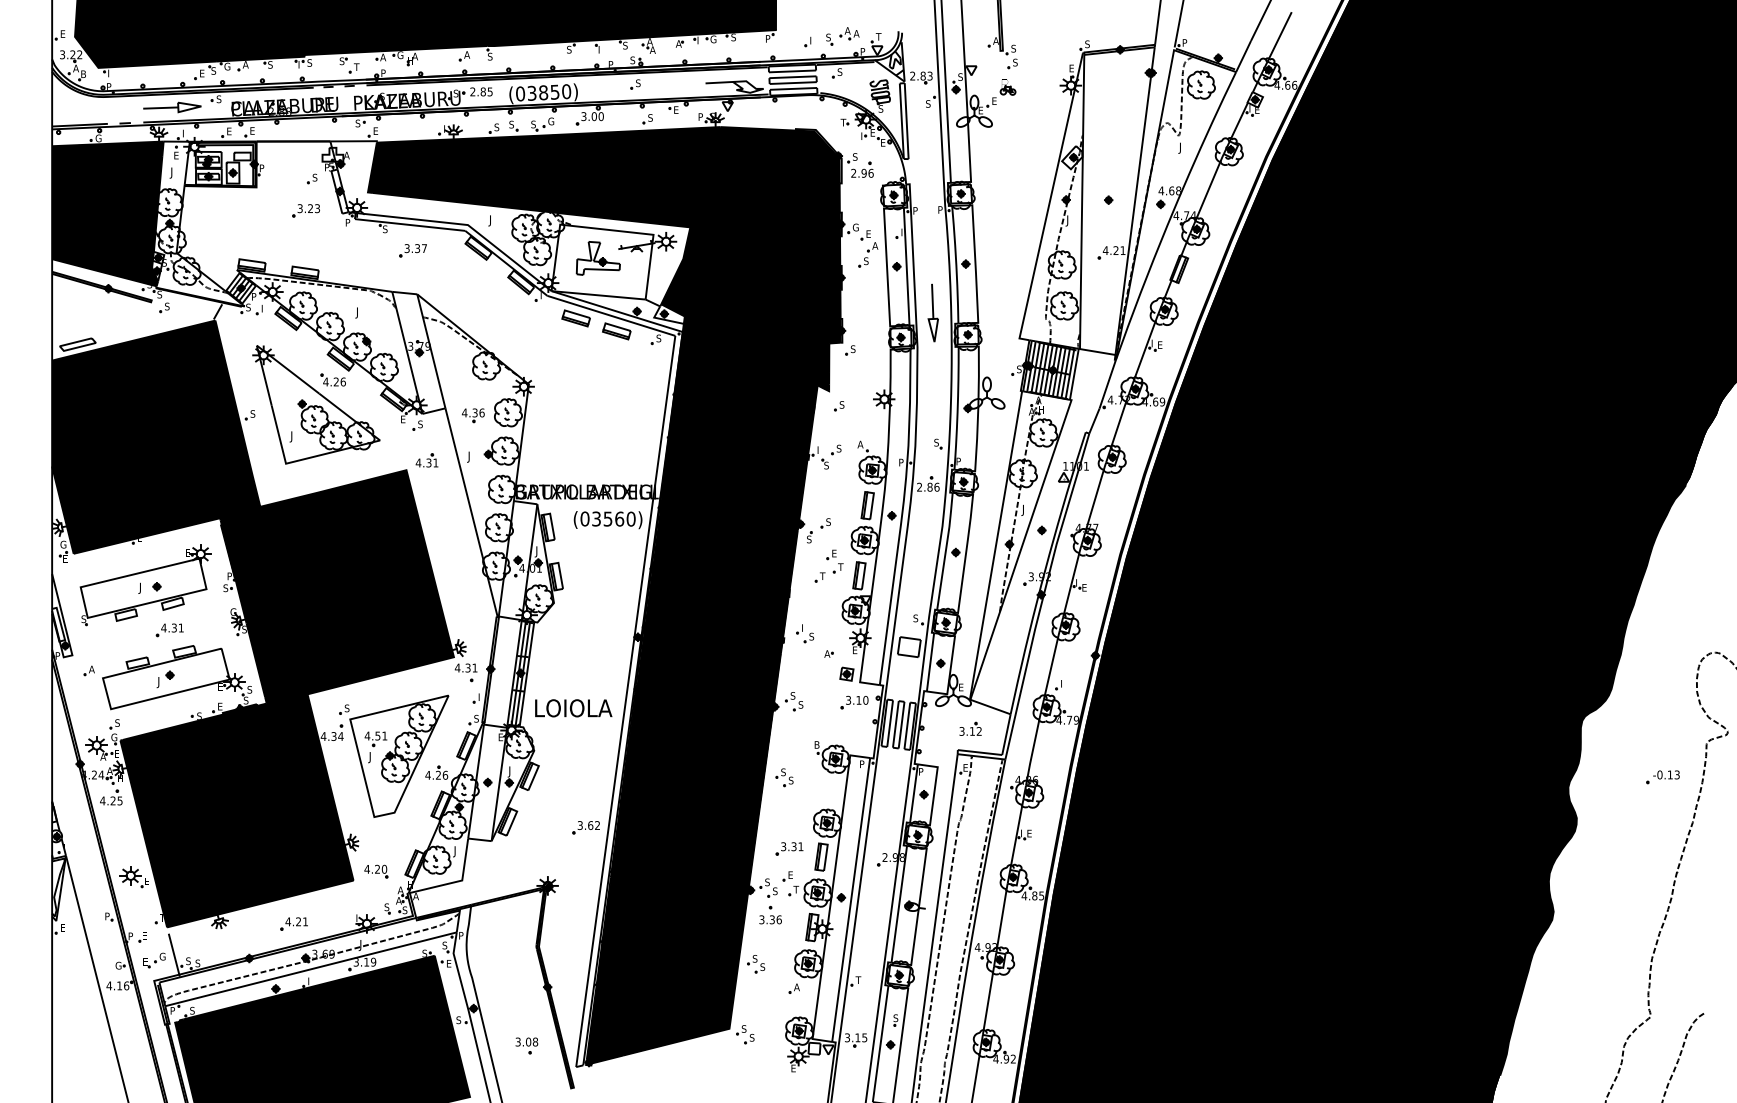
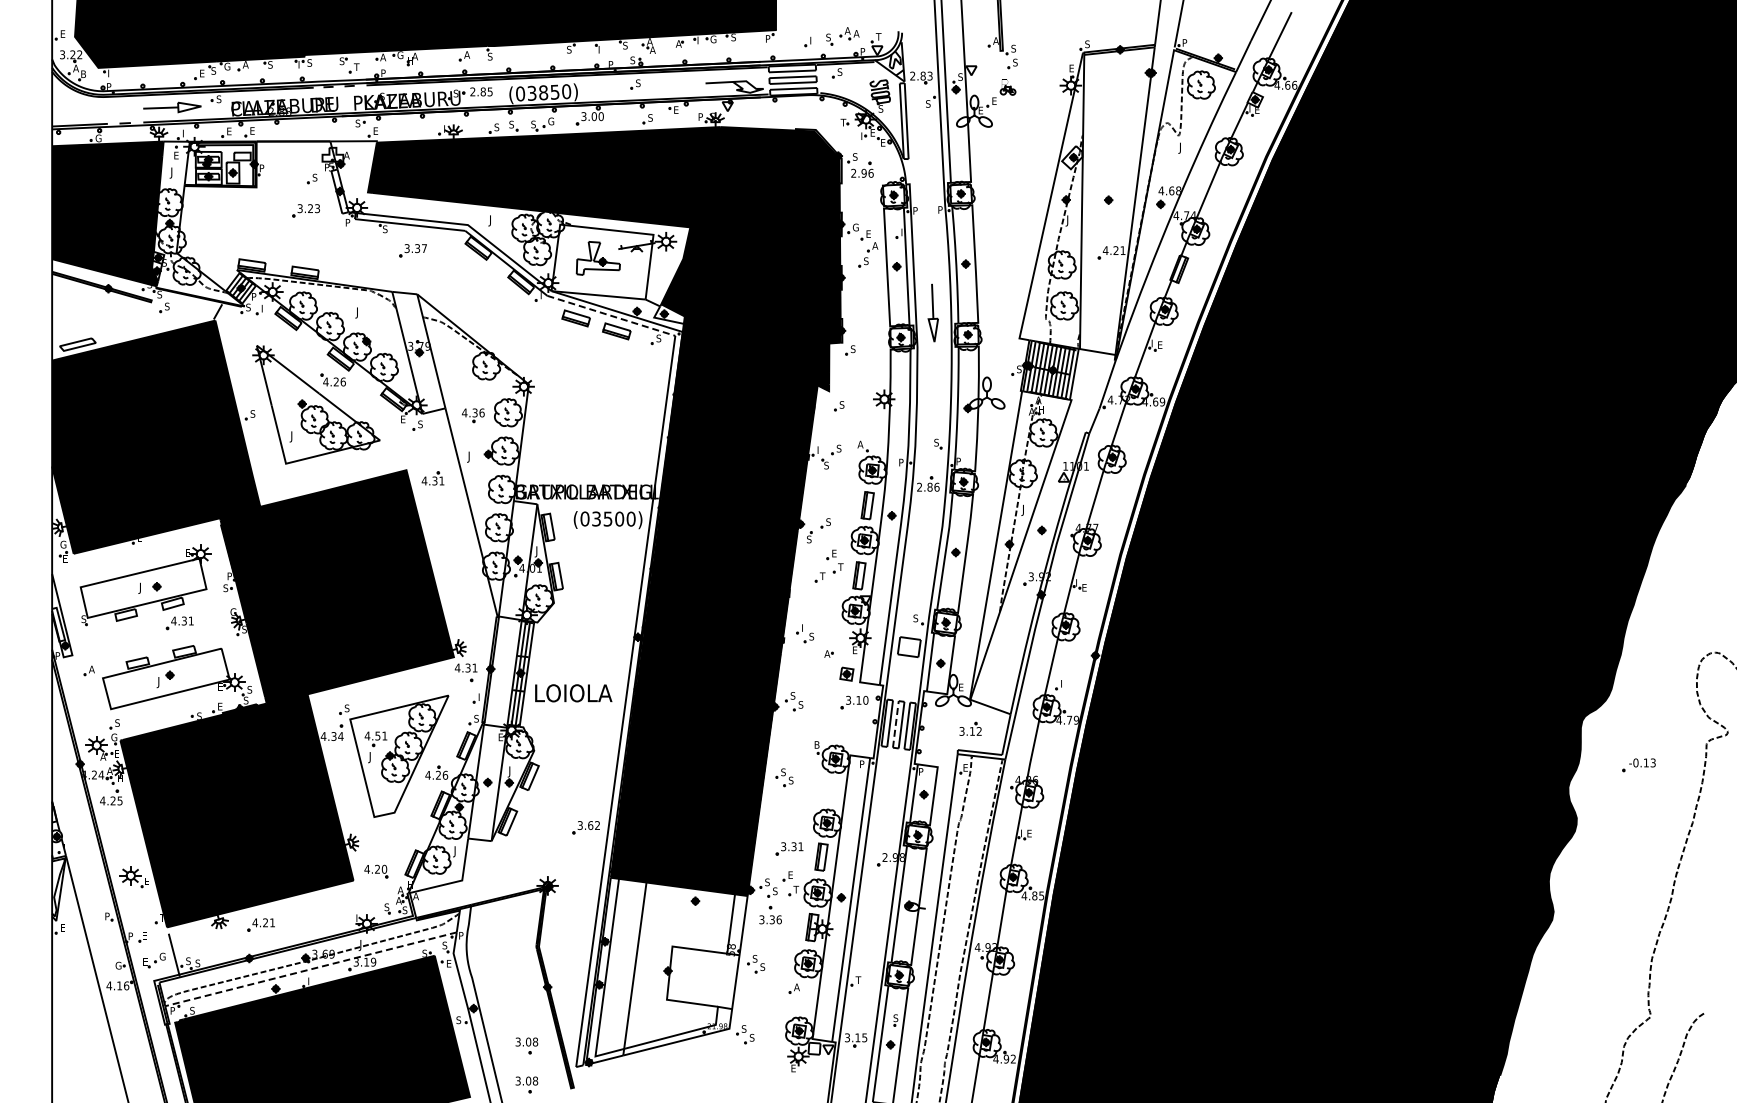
line at (611, 316): solid -> dashed
part at (426, 460) position: (426, 460) -> (432, 478)
text at (619, 518): (03560) -> (03500)
part at (169, 630) position: (169, 630) -> (179, 623)
text at (573, 708) position: (573, 708) -> (573, 693)
line at (895, 723): solid -> dashed
part at (1662, 777) position: (1662, 777) -> (1638, 765)
part at (293, 923) position: (293, 923) -> (260, 924)
line at (310, 969): solid -> dashed
fill at (666, 971): present -> none
part at (526, 1084): none -> present
